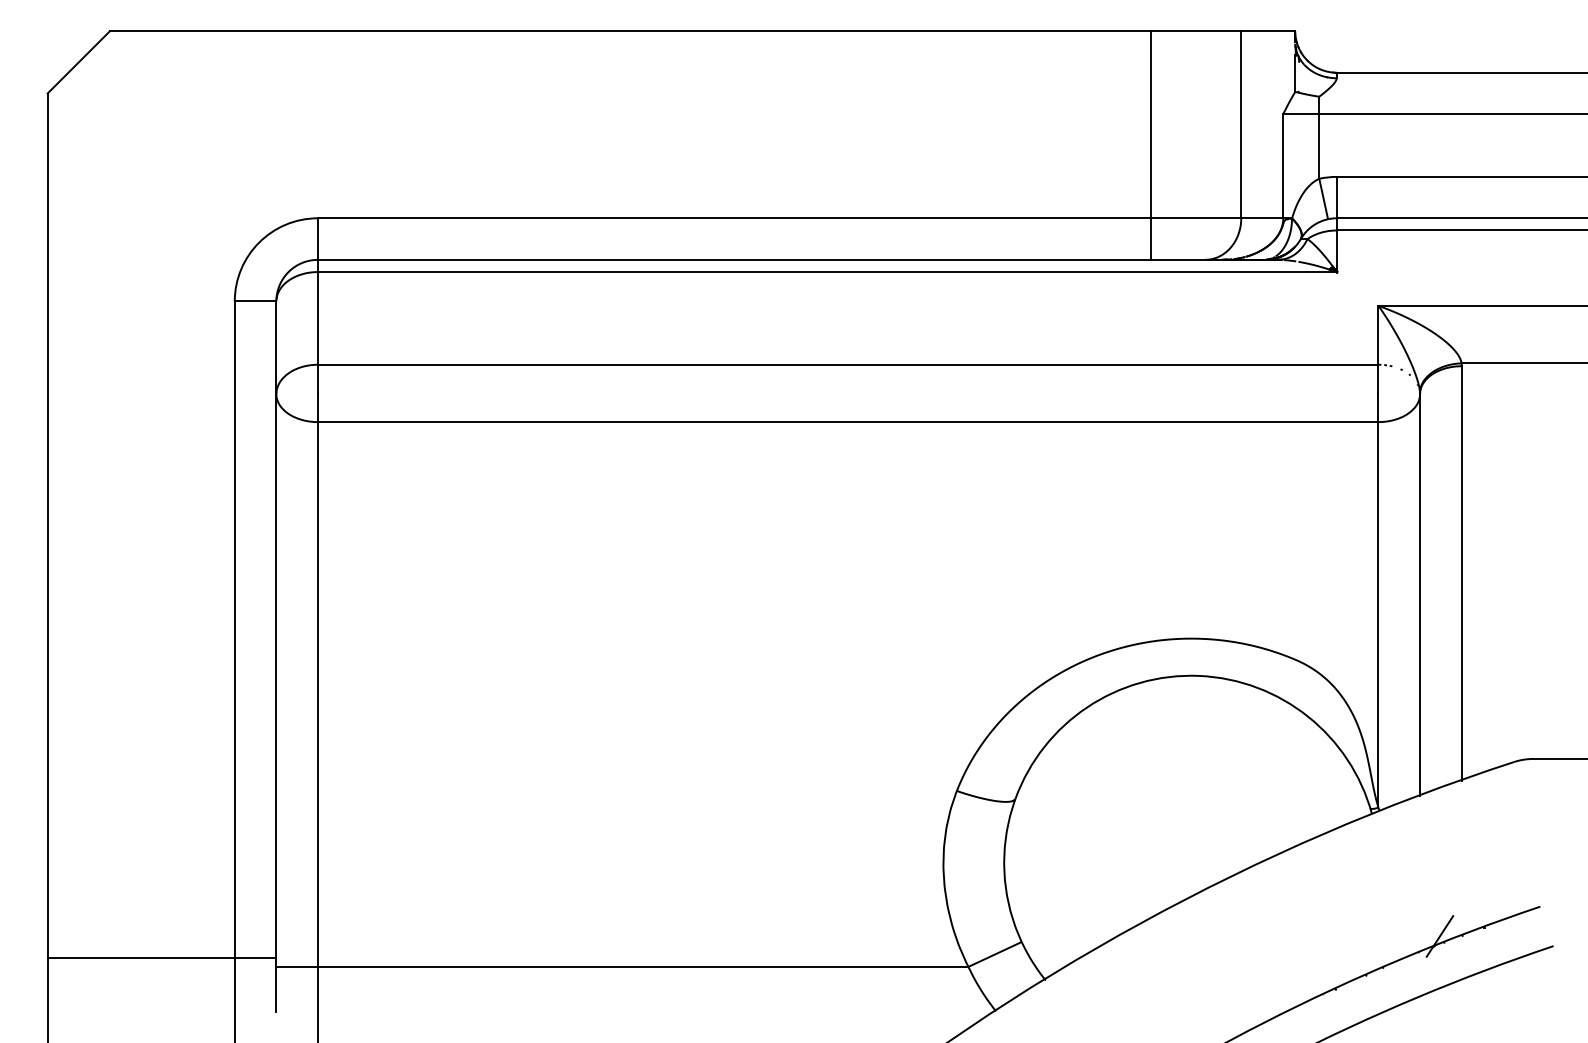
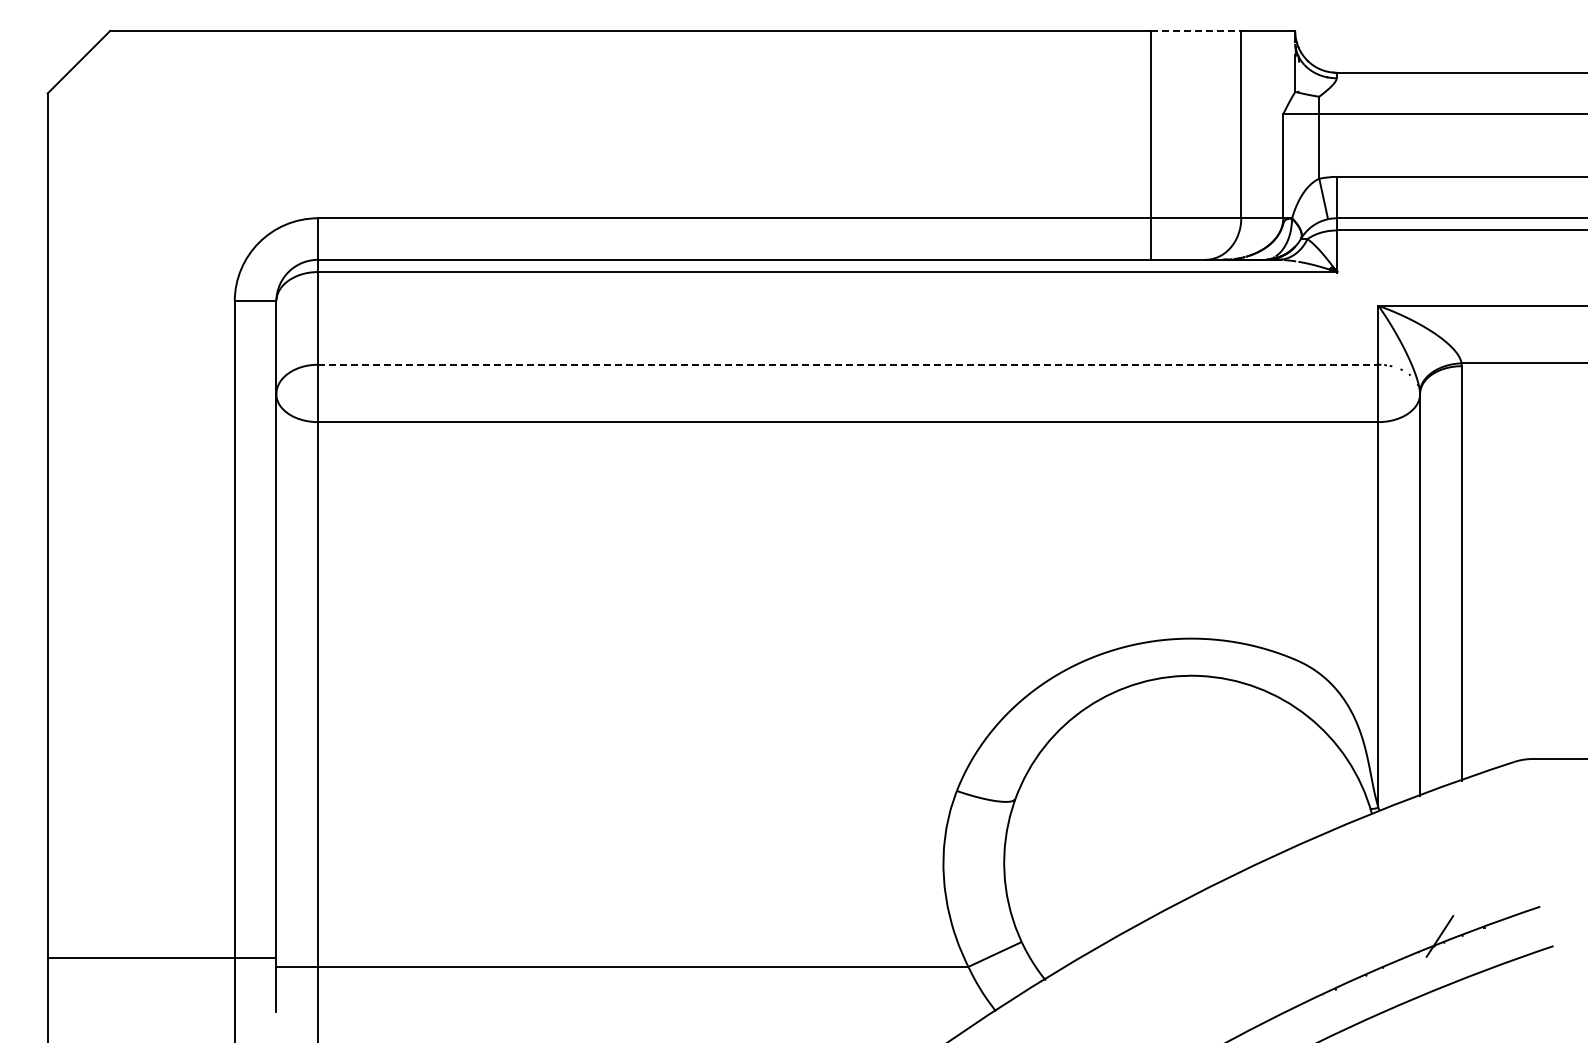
line at (1196, 31): solid -> dashed
line at (848, 364): solid -> dashed
